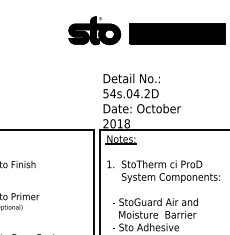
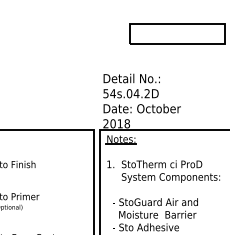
part at (94, 30): present -> none
fill at (177, 33): present -> none
